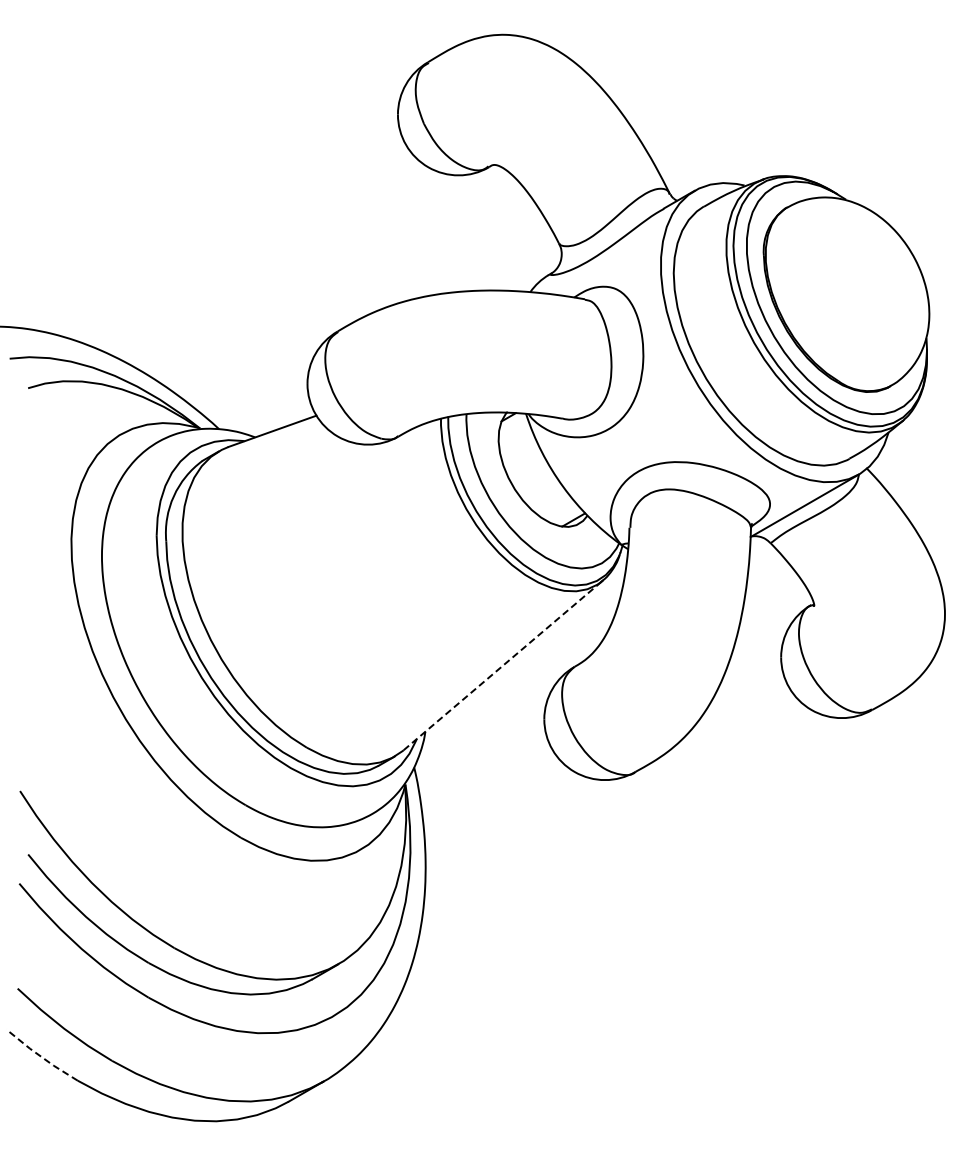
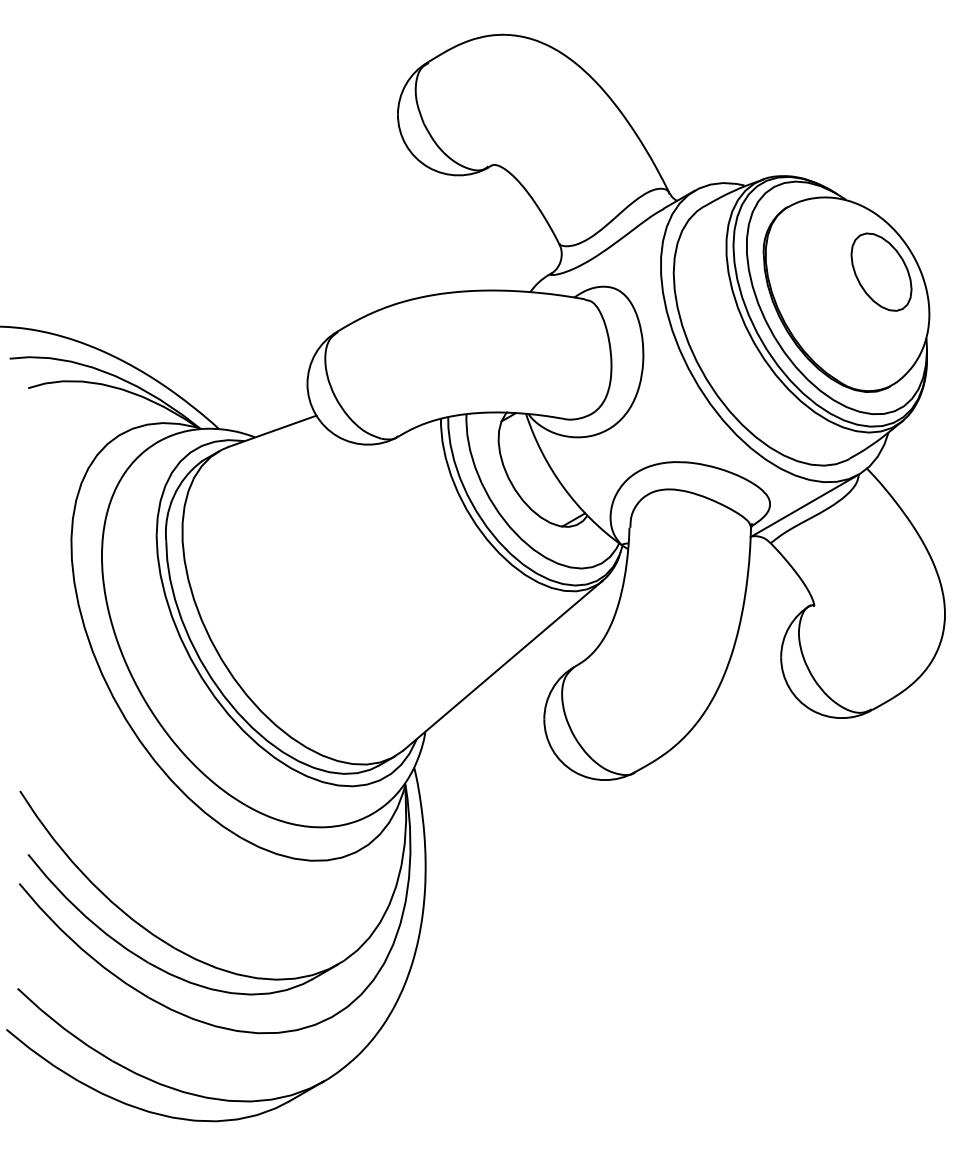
part at (881, 271): none -> present
line at (503, 665): dashed -> solid
line at (41, 1056): dashed -> solid
